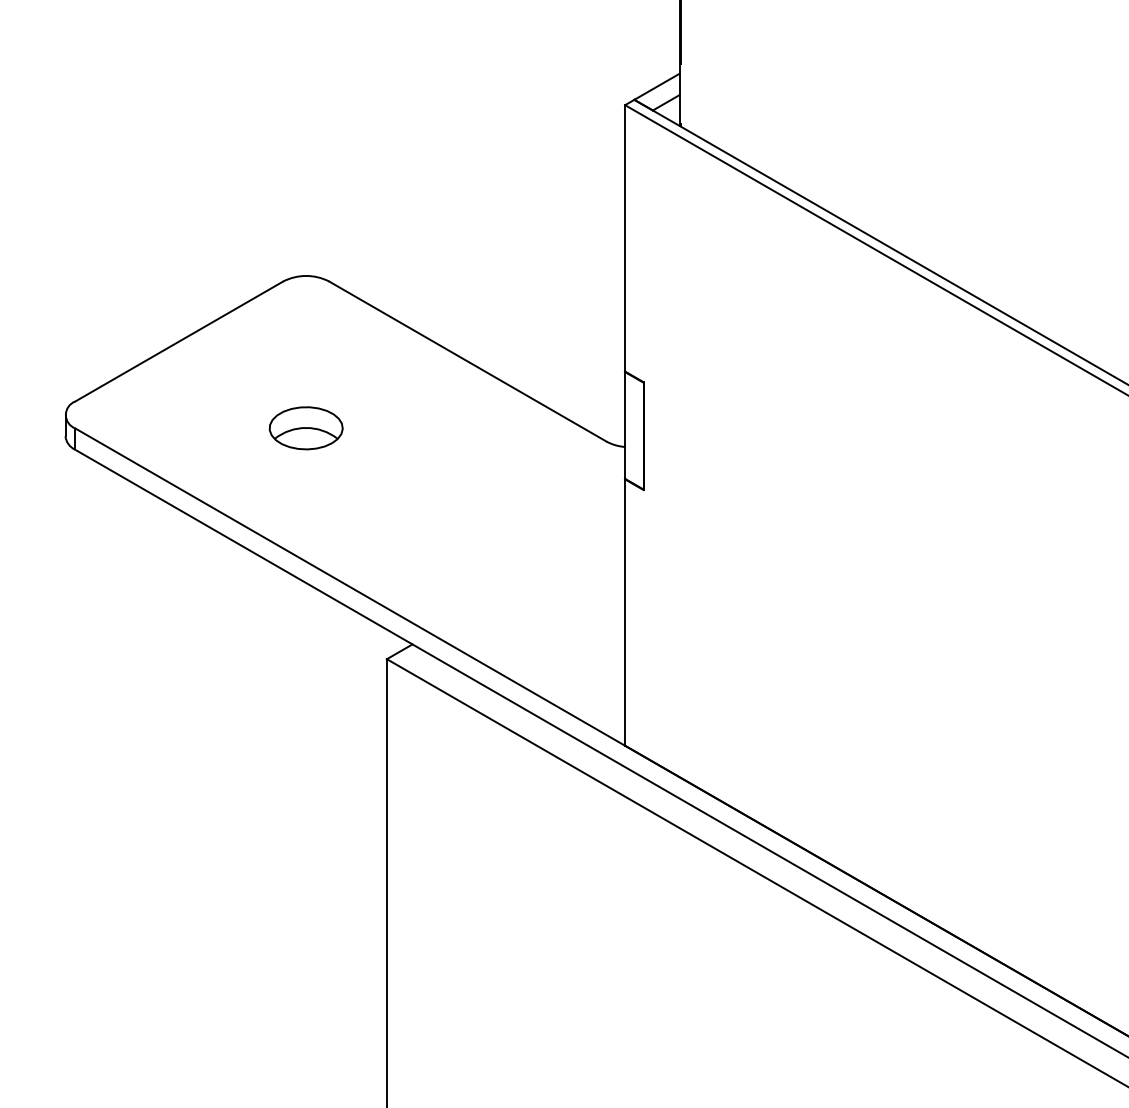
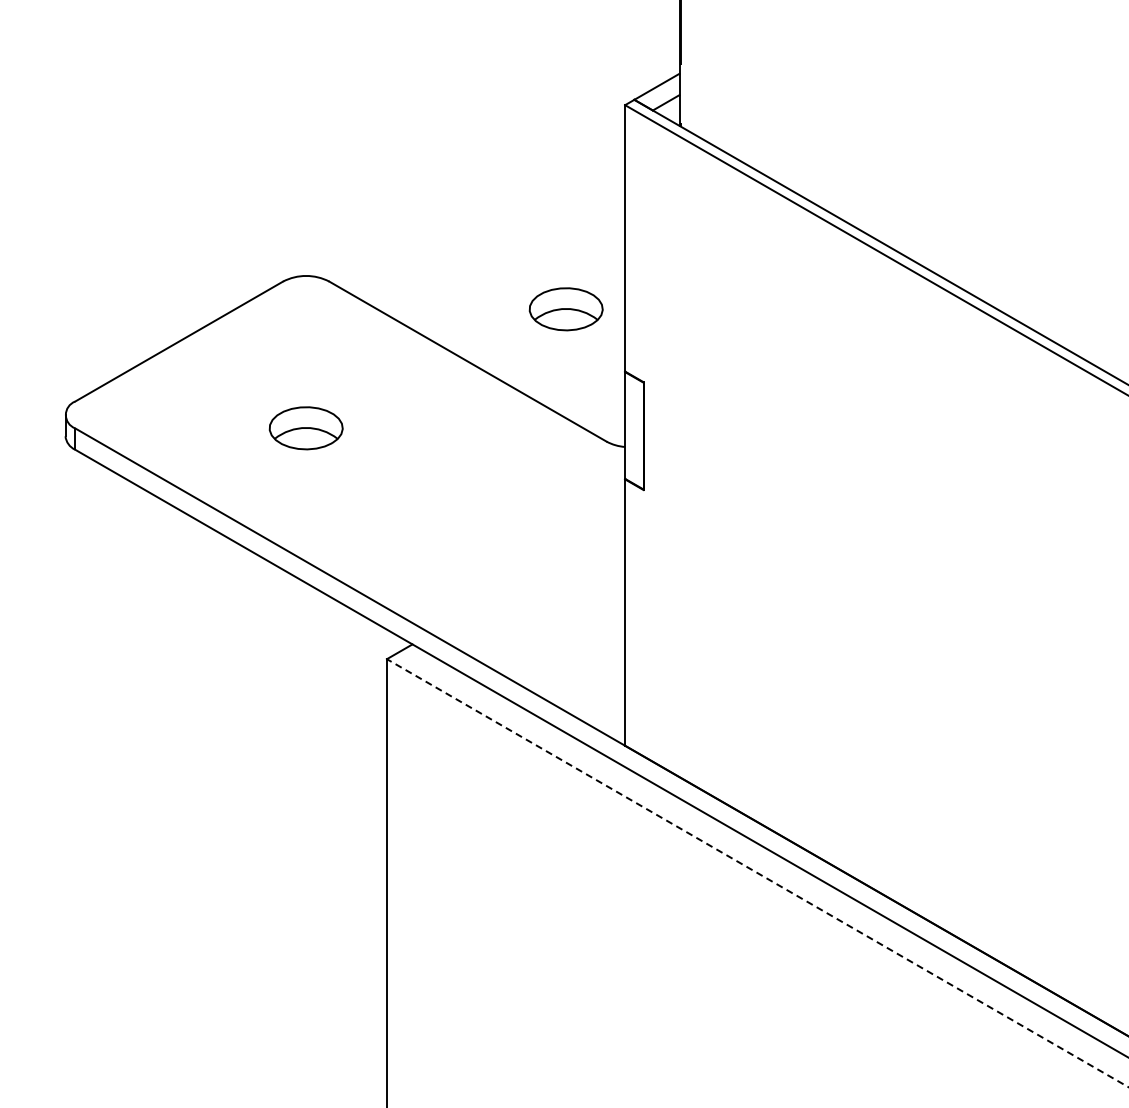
part at (565, 309): none -> present
line at (757, 873): solid -> dashed
